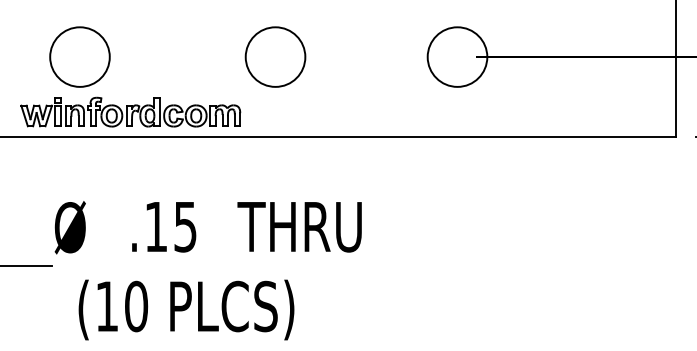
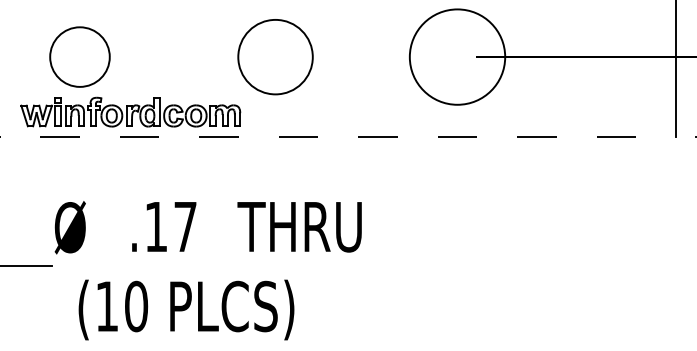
circle at (275, 56) size: 63x62 px -> 77x77 px
circle at (457, 56) diameter: 60 px -> 95 px
line at (338, 136): solid -> dashed
text at (185, 227): .15 -> .17
